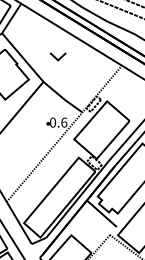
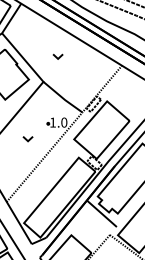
part at (57, 56) size: 18x10 px -> 12x7 px
text at (58, 122): 0.6 -> 1.0
part at (27, 139): none -> present
